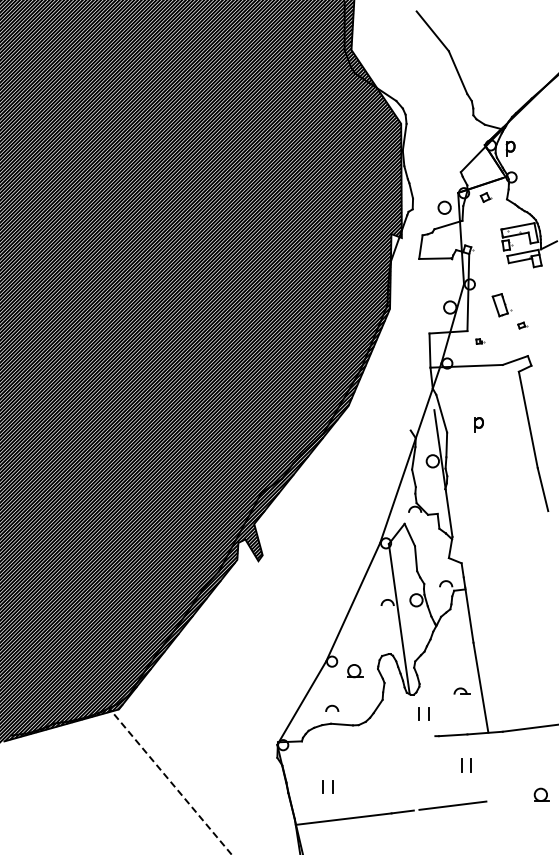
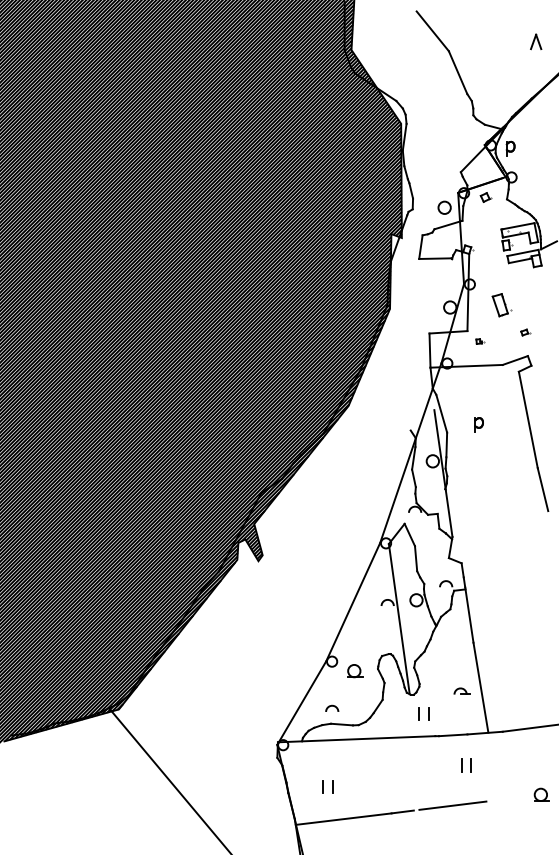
part at (536, 41): none -> present
part at (522, 325) position: (522, 325) -> (525, 332)
line at (369, 738): none -> present
line at (169, 780): dashed -> solid
